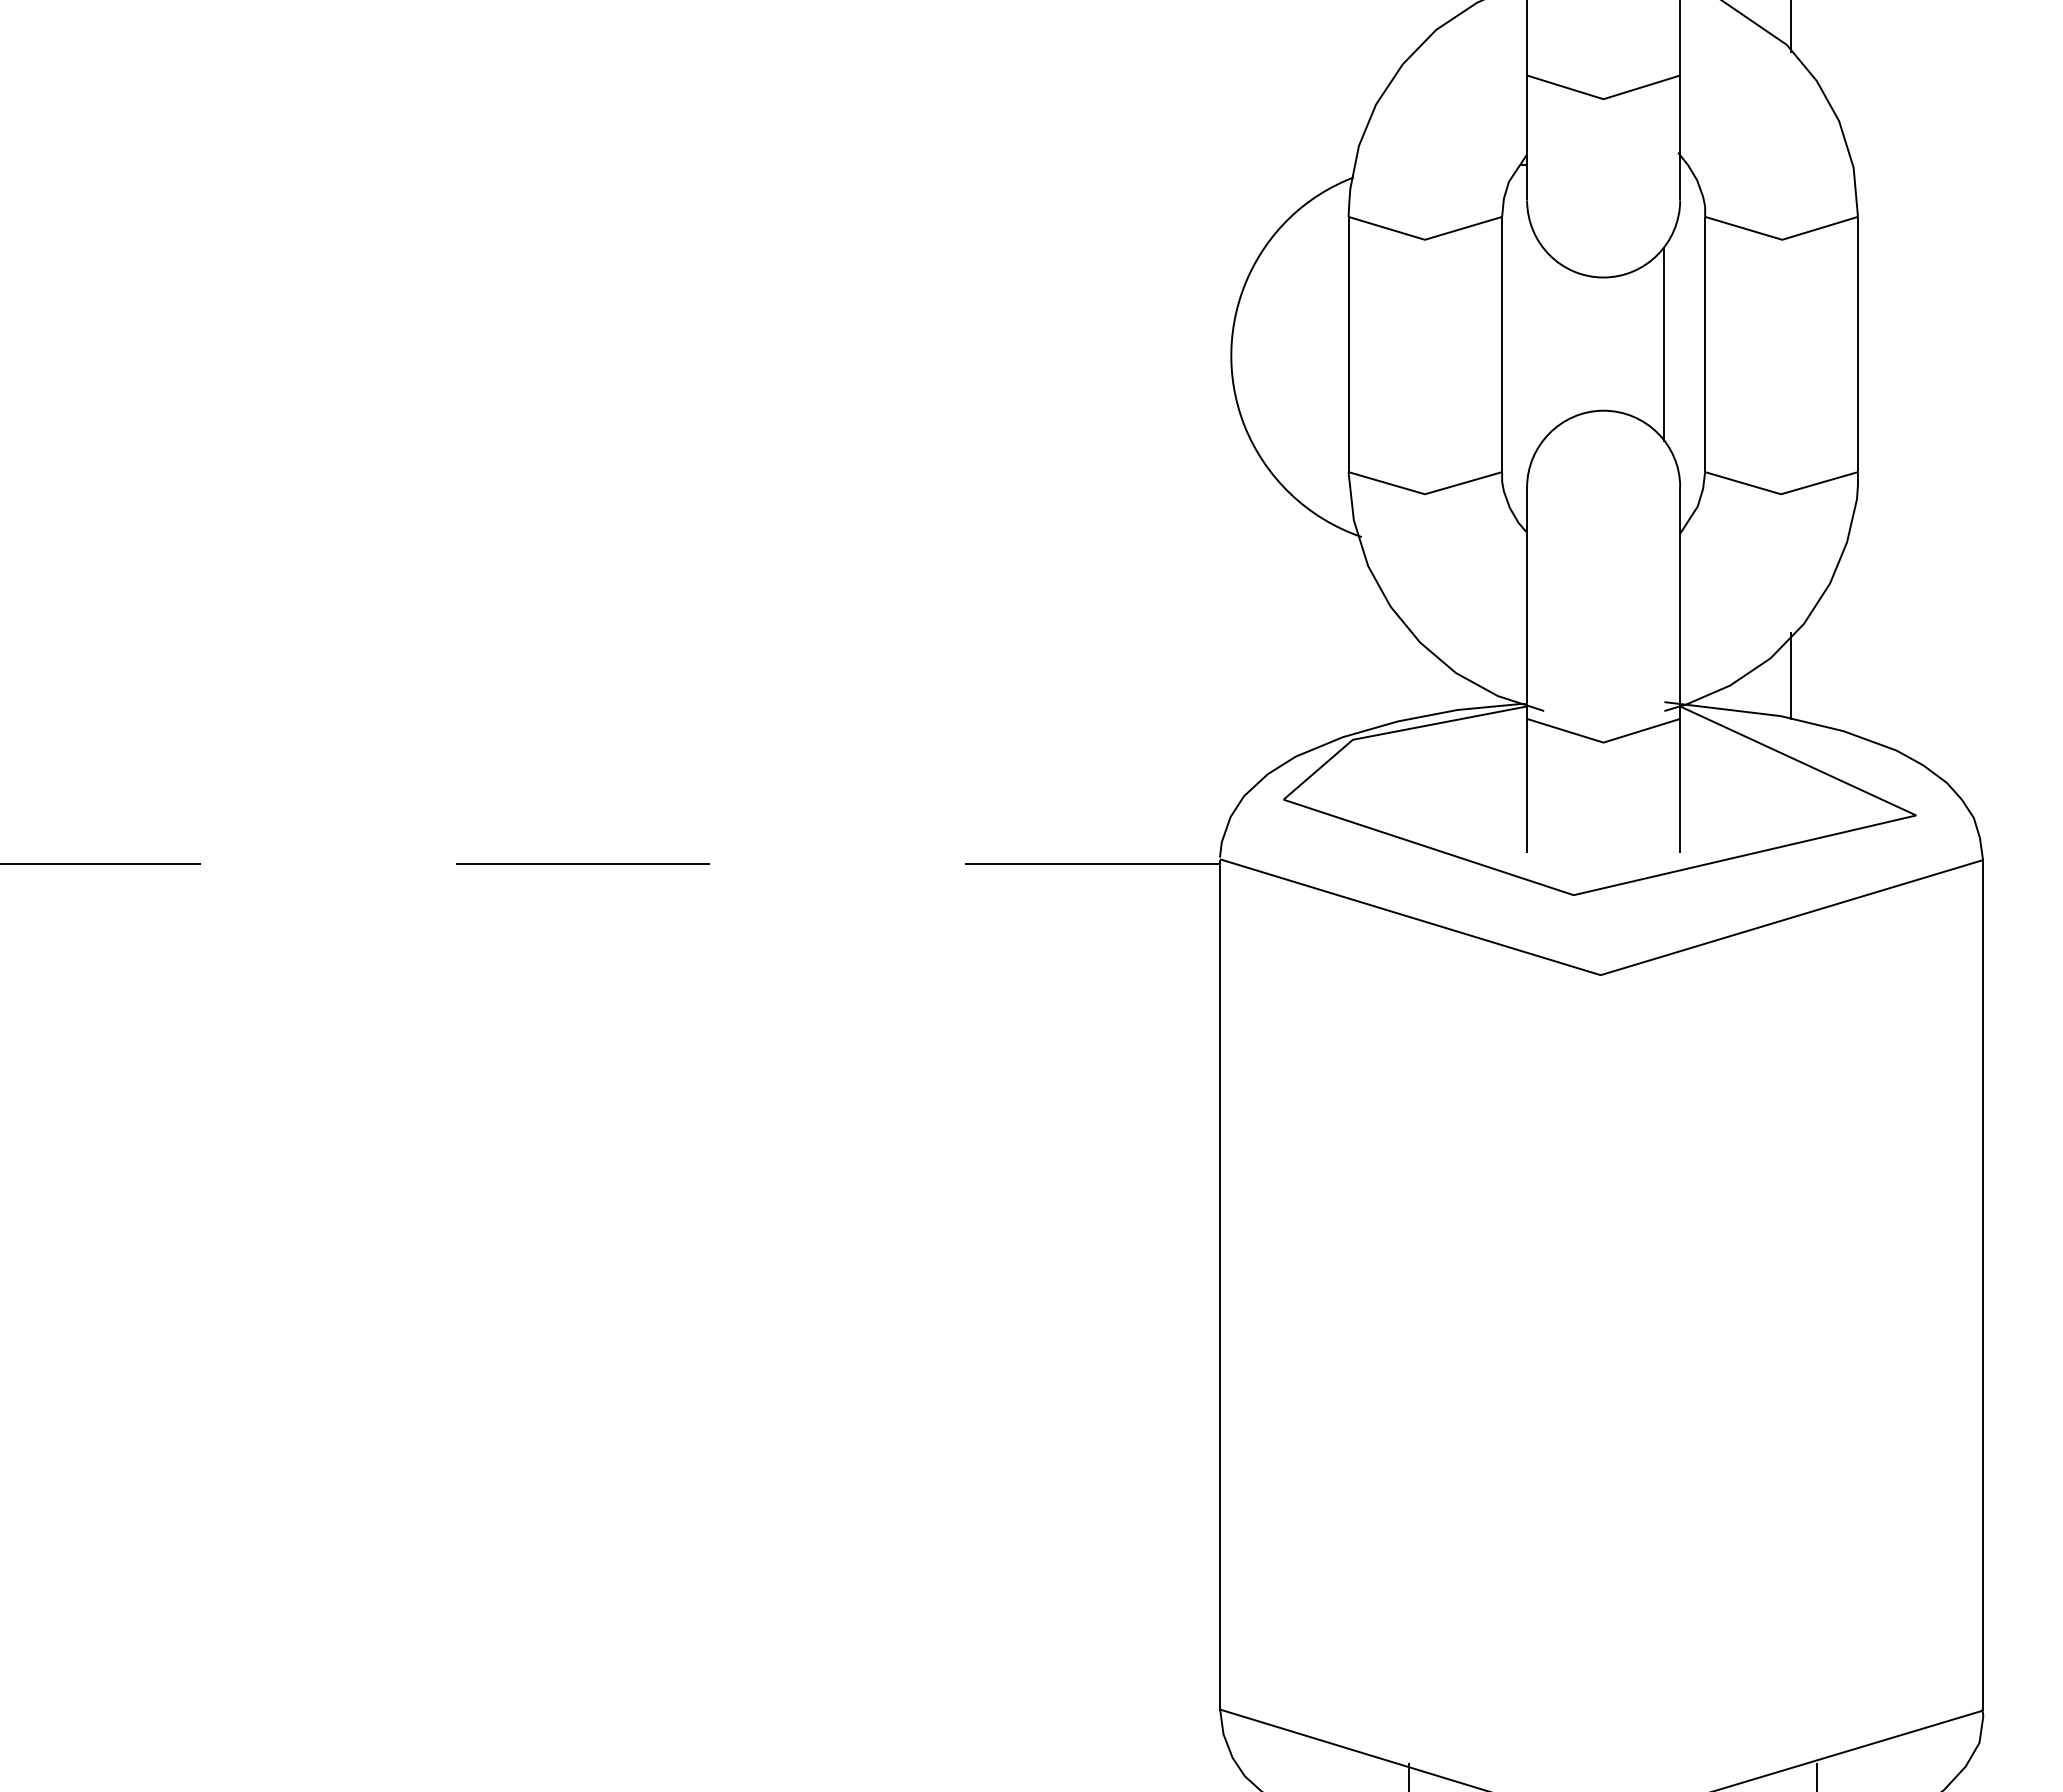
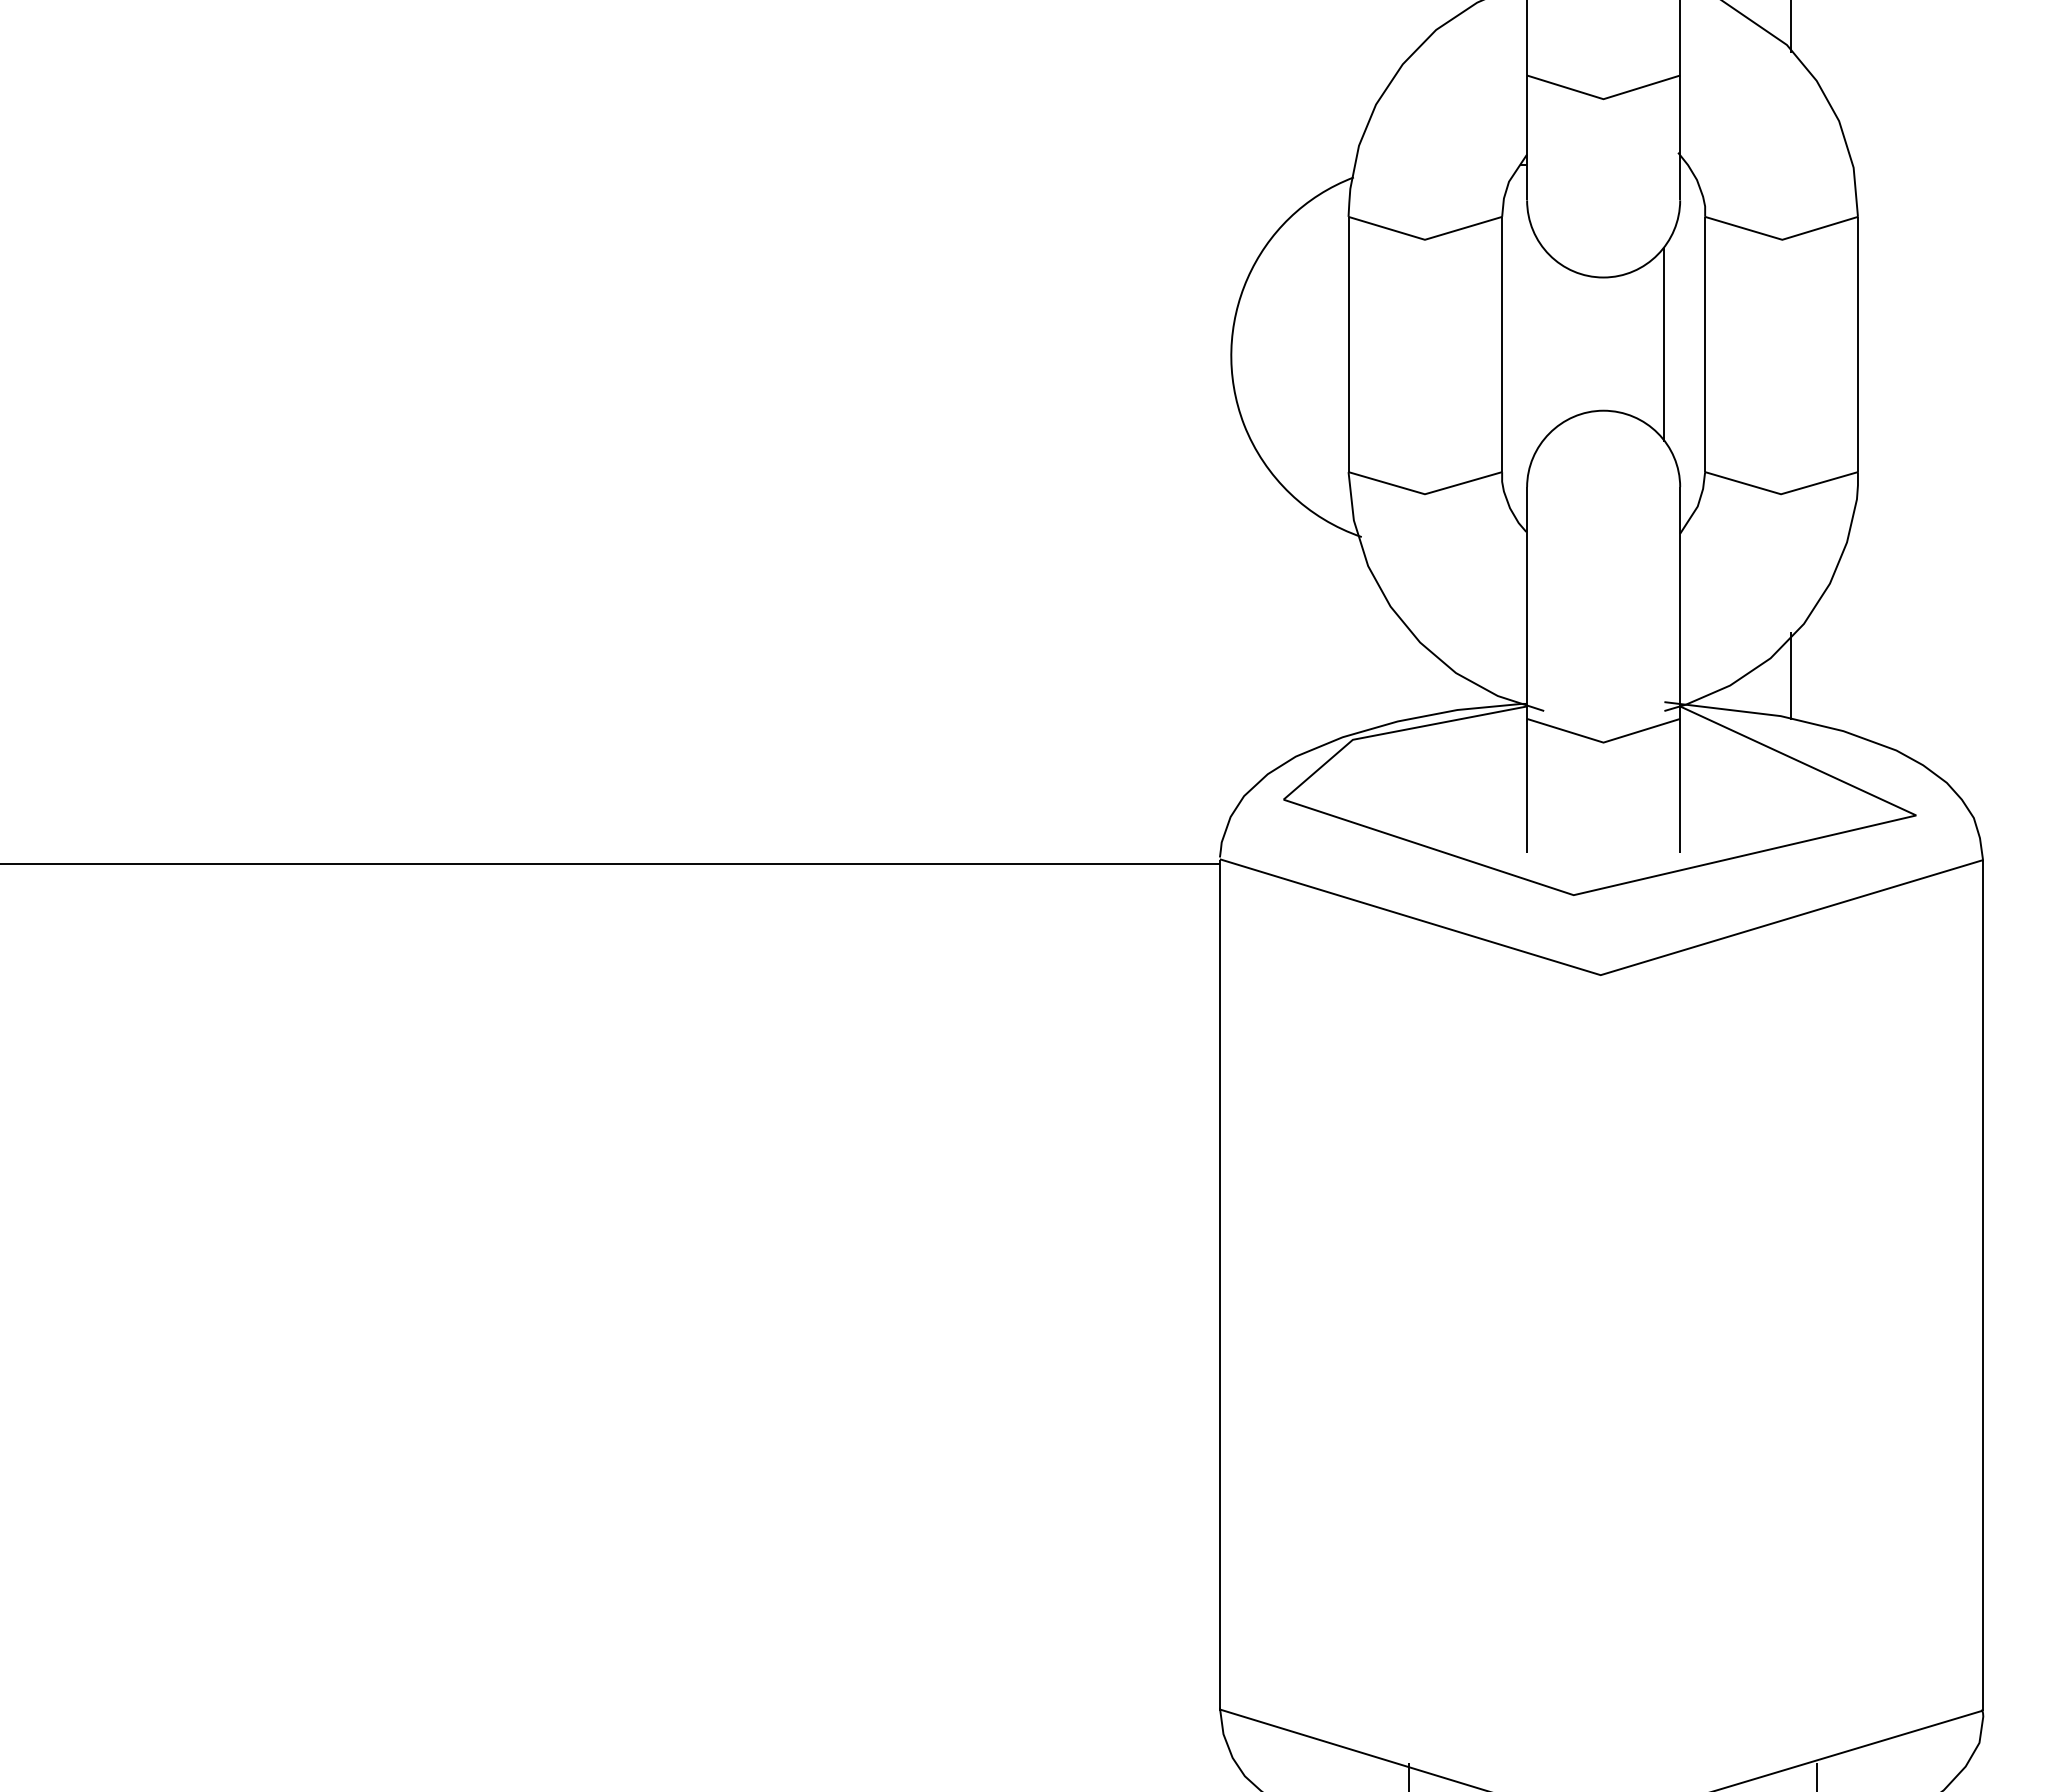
line at (610, 864): dashed -> solid
